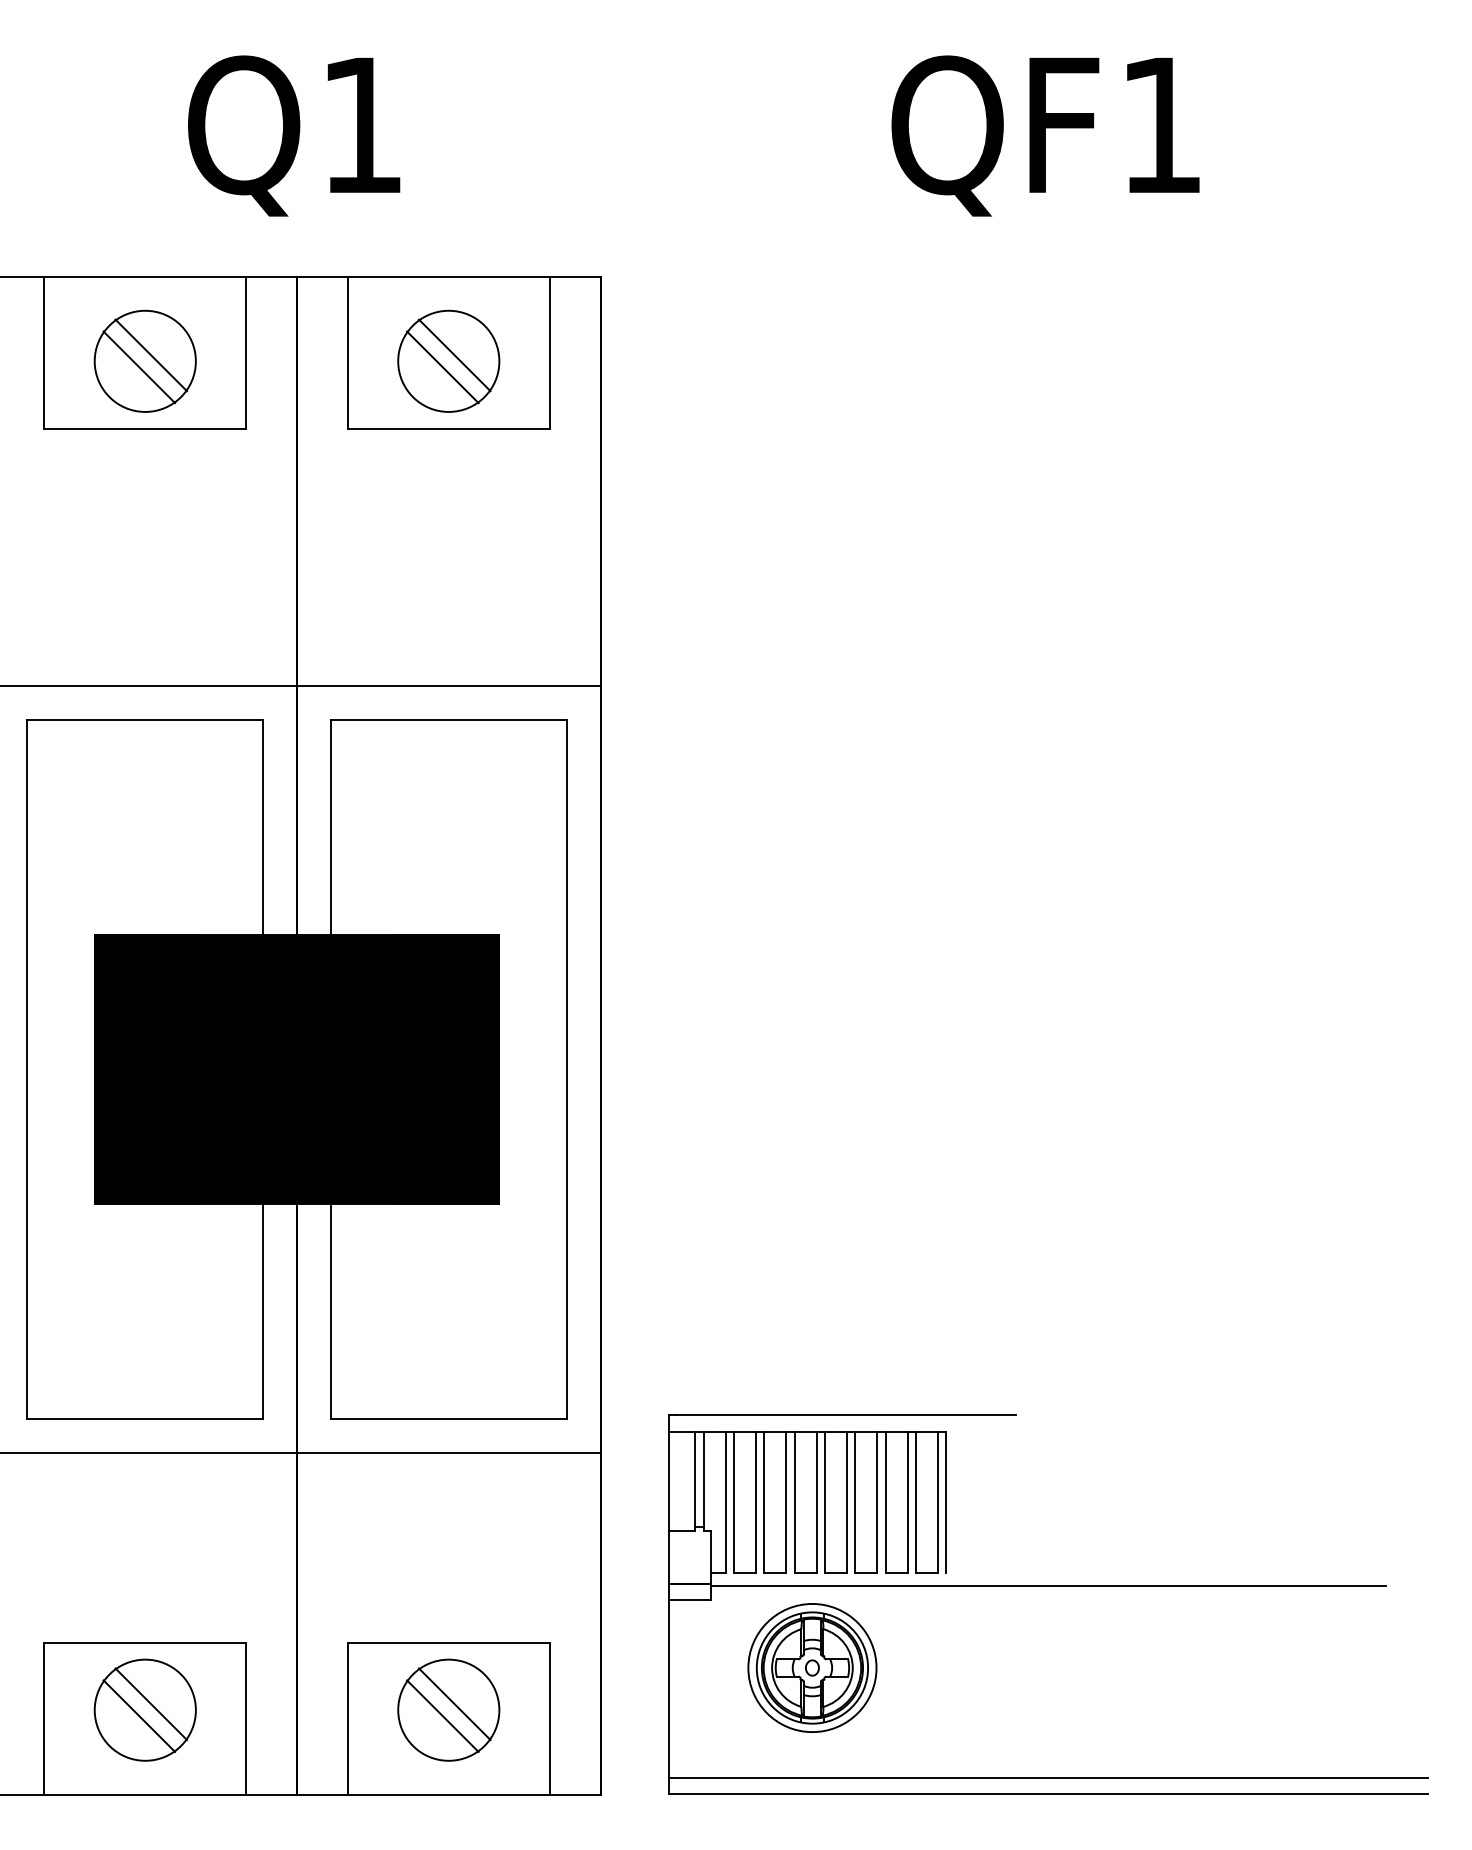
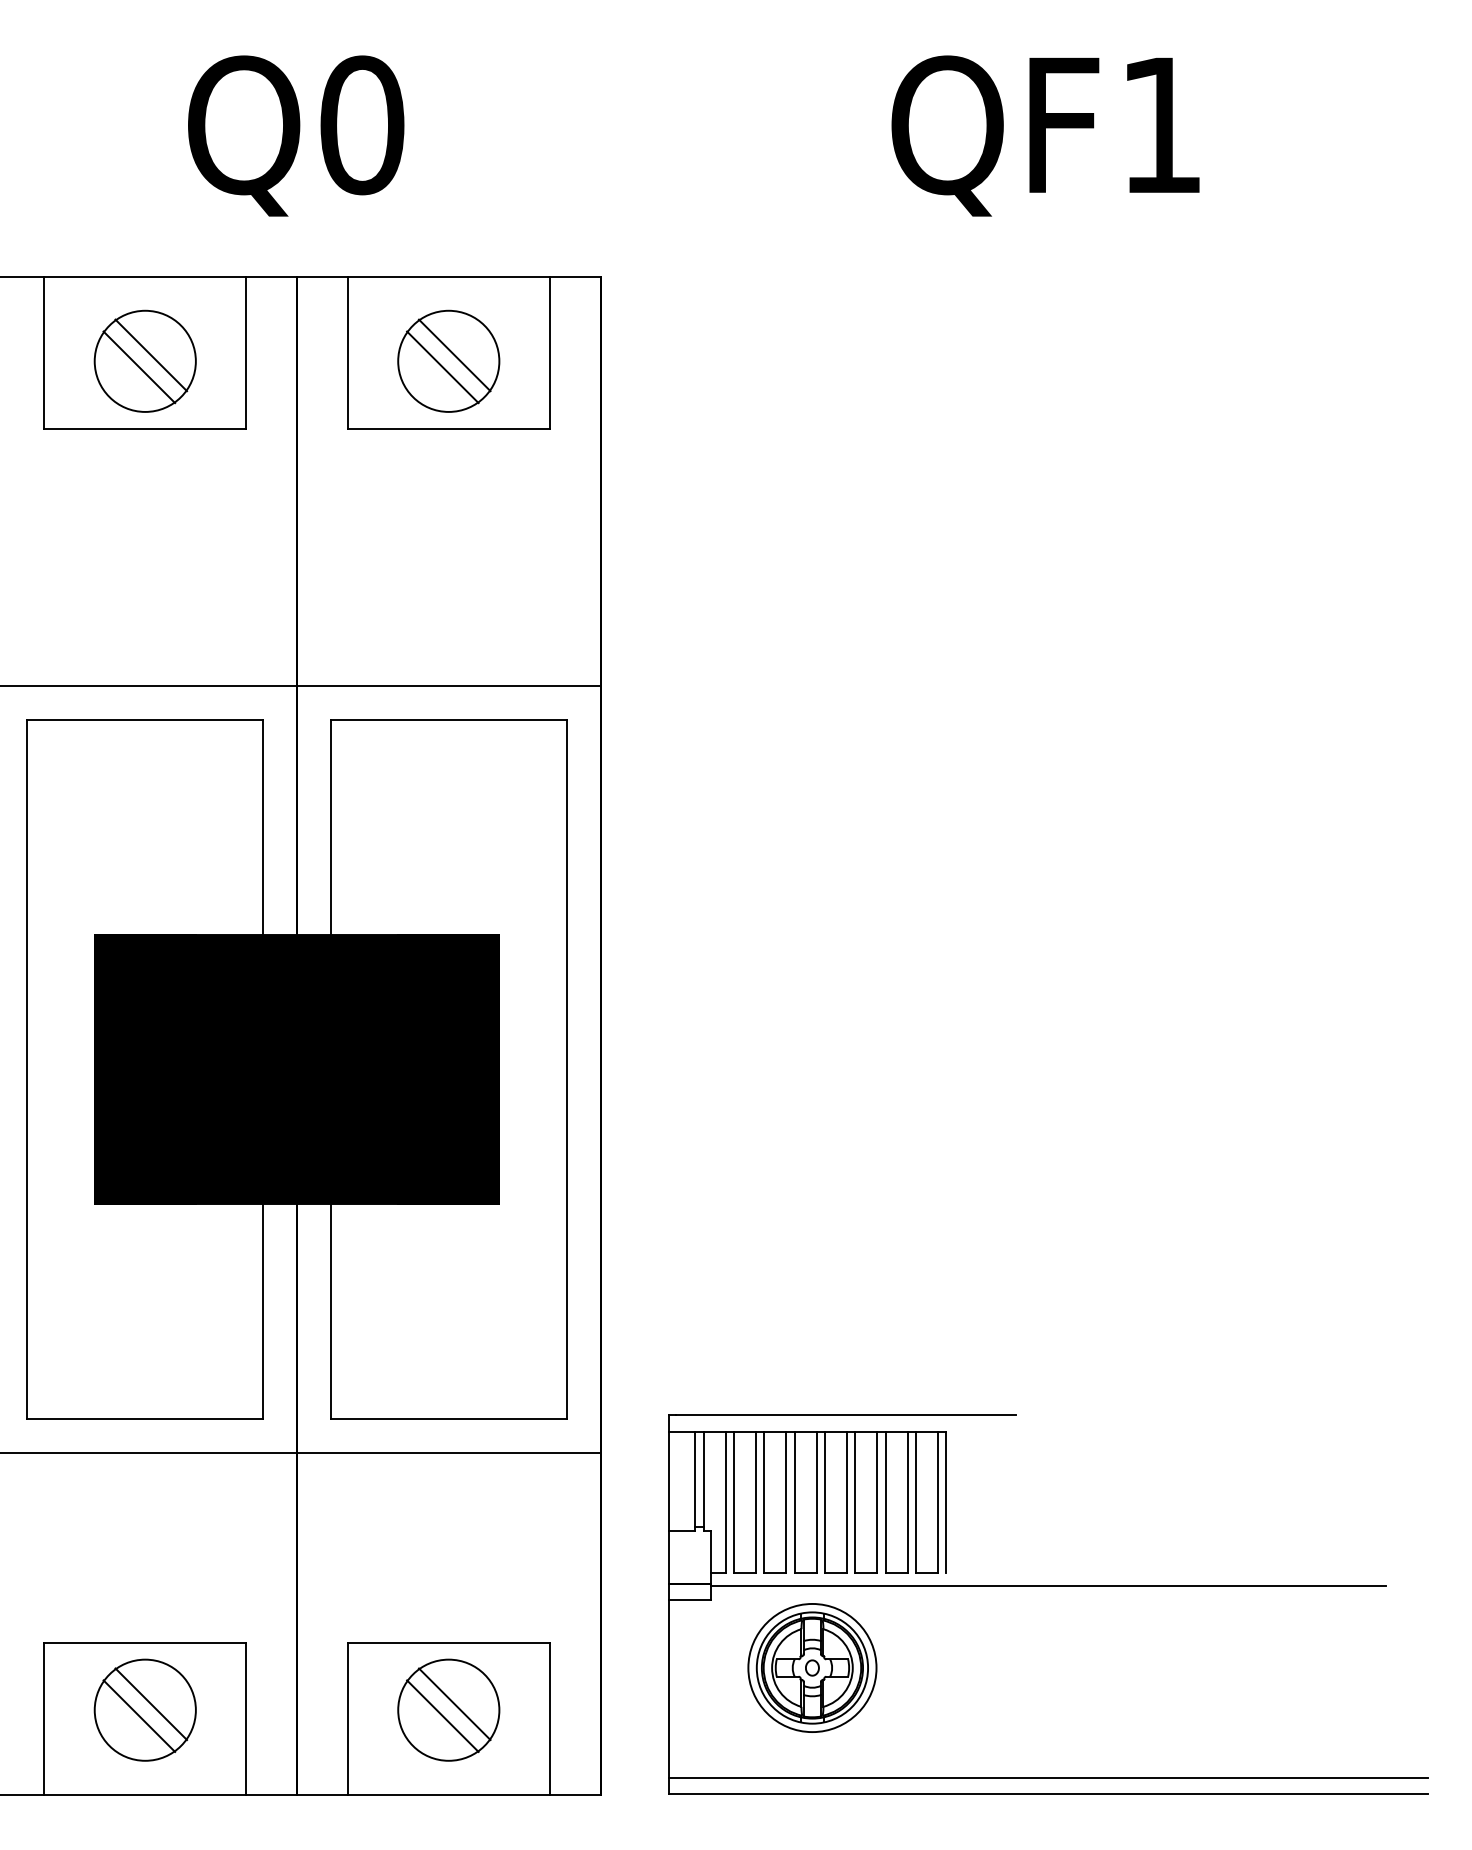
text at (362, 125): Q1 -> Q0
